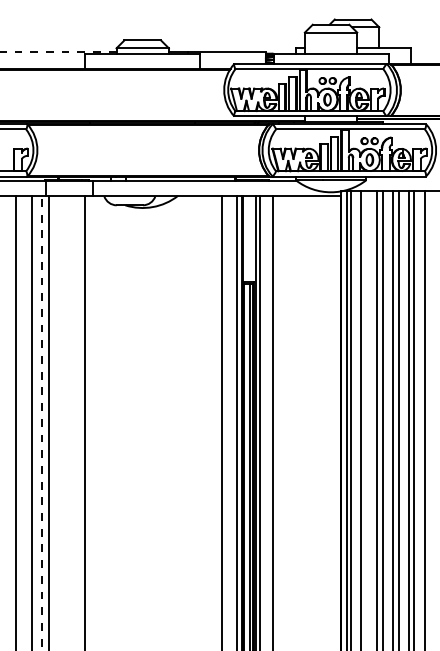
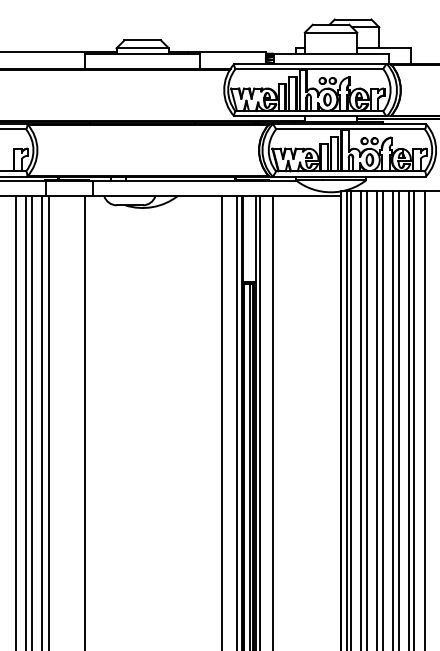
line at (57, 52): dashed -> solid
line at (366, 419): none -> present
line at (25, 421): none -> present
line at (41, 423): dashed -> solid
